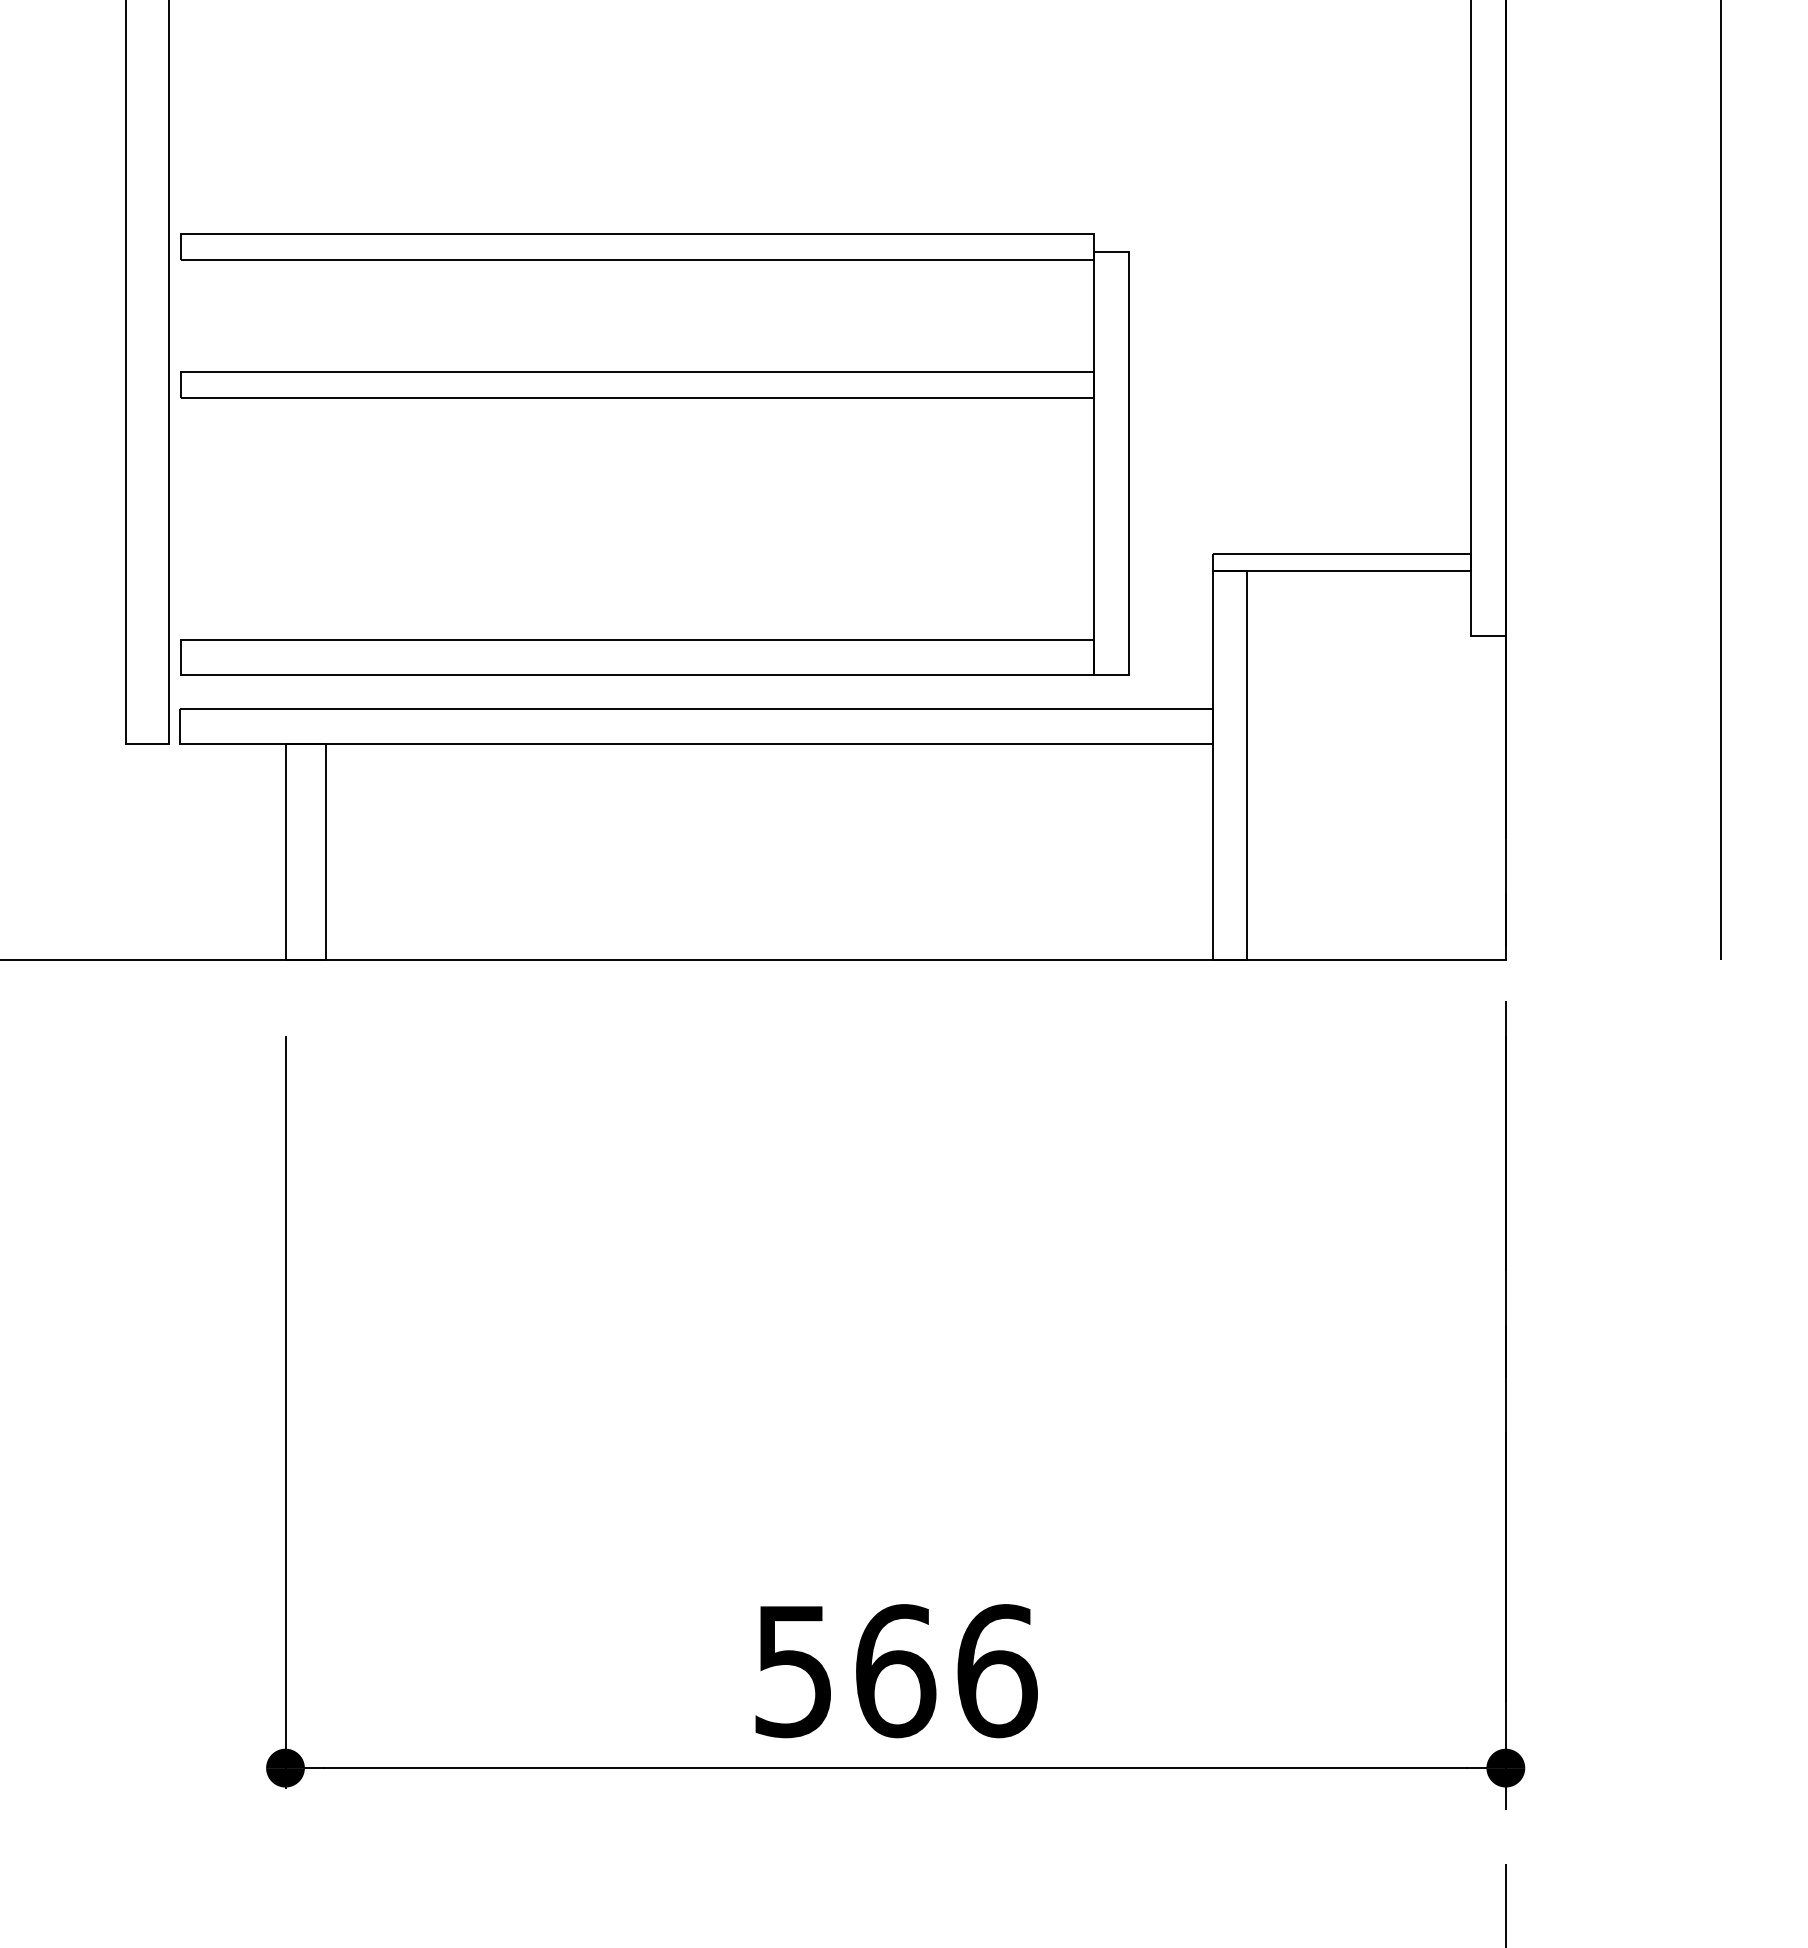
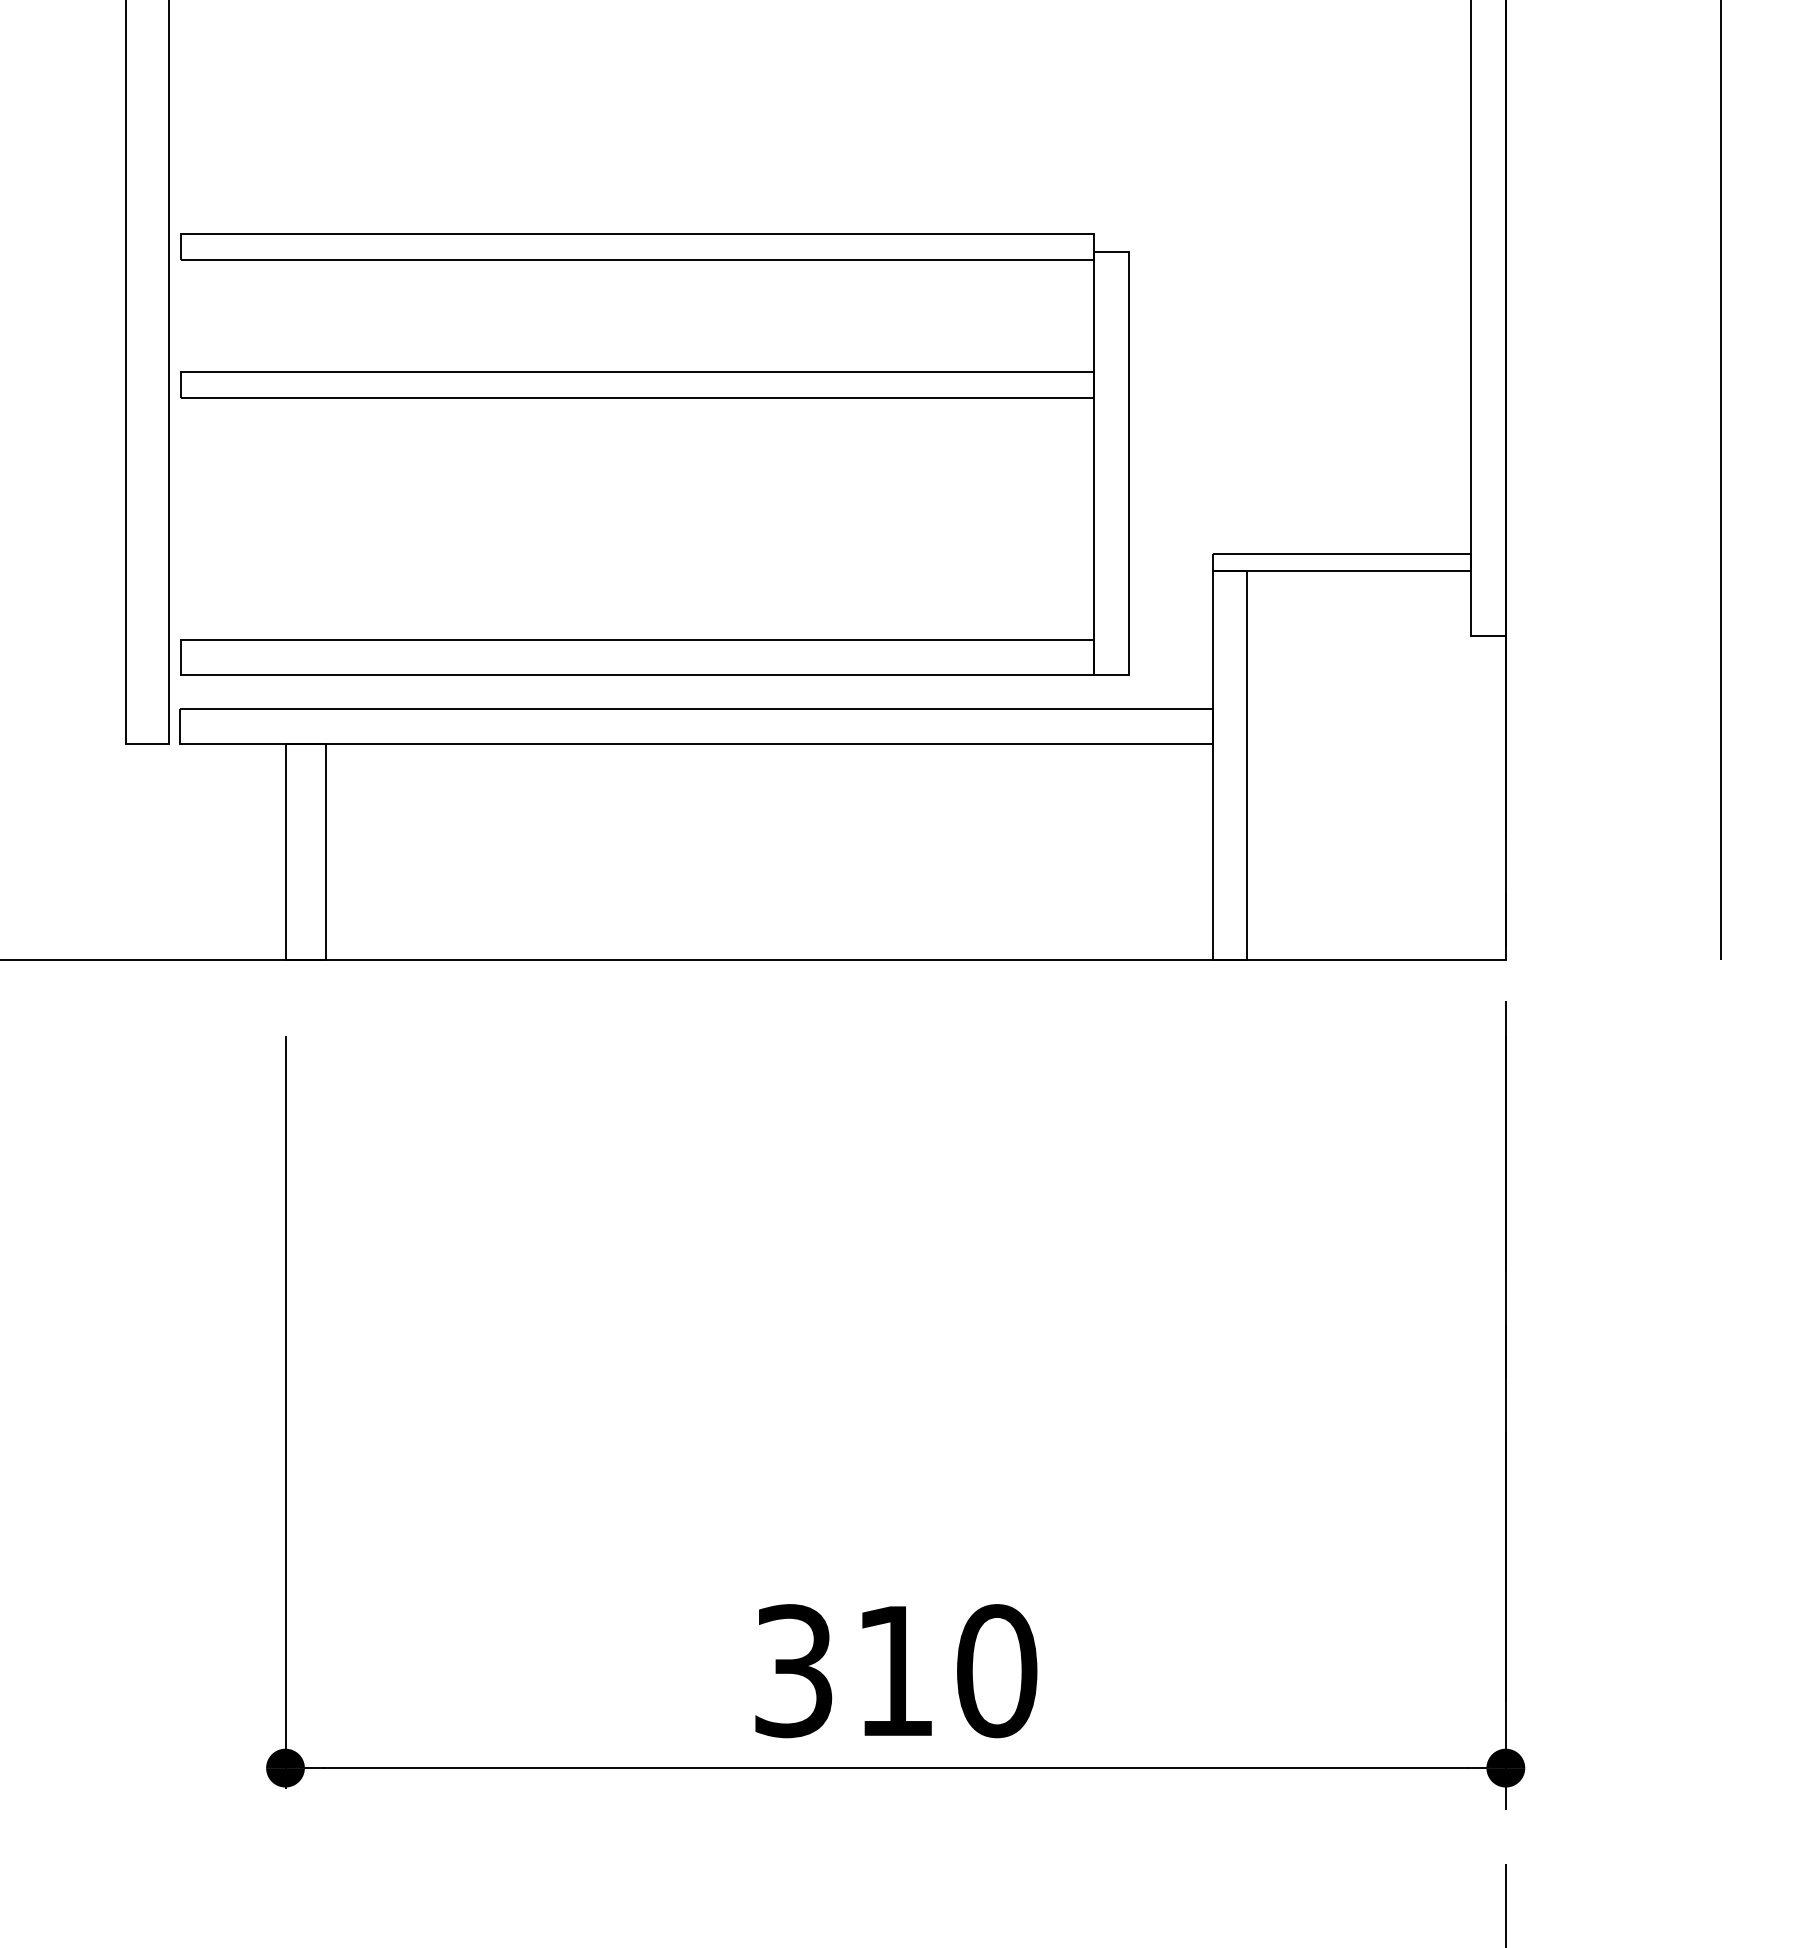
text at (896, 1671): 566 -> 310
